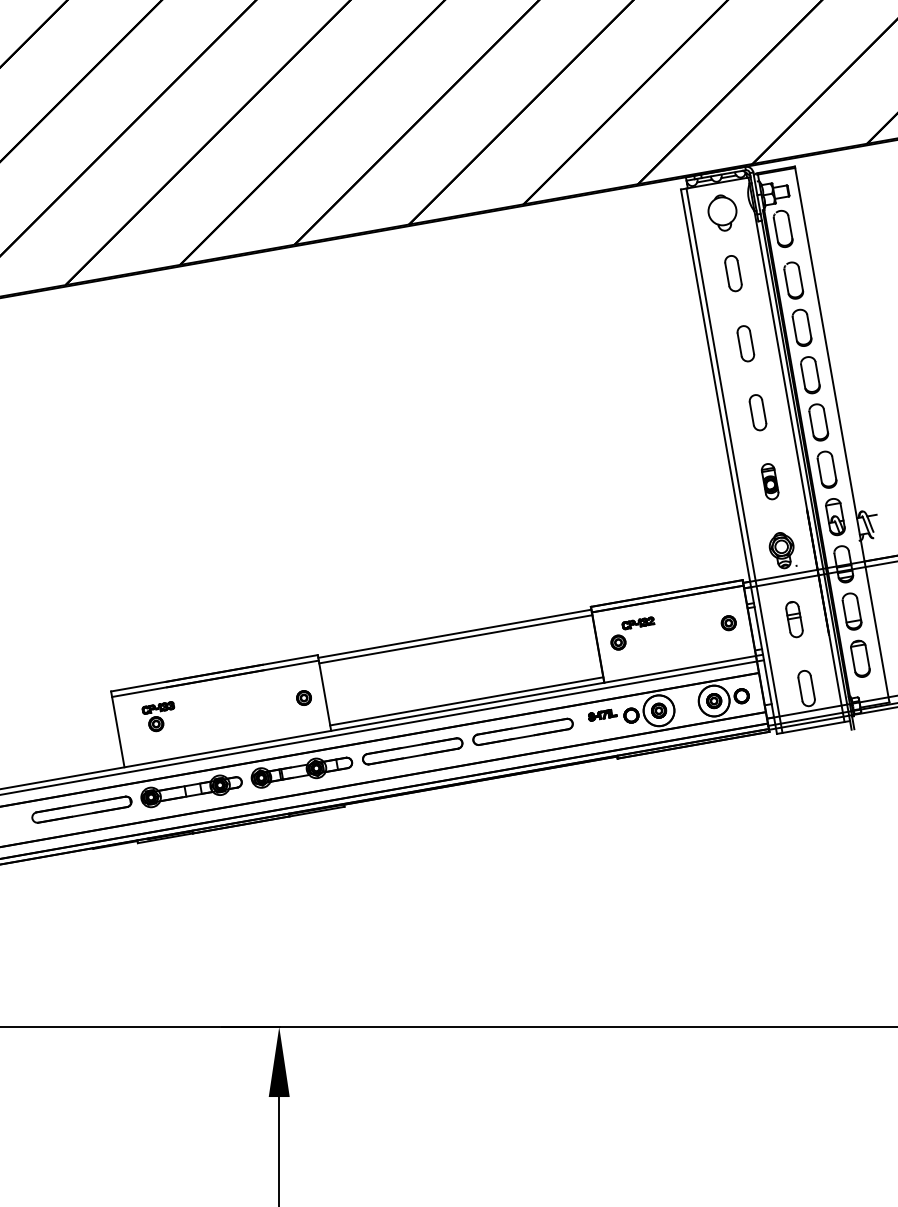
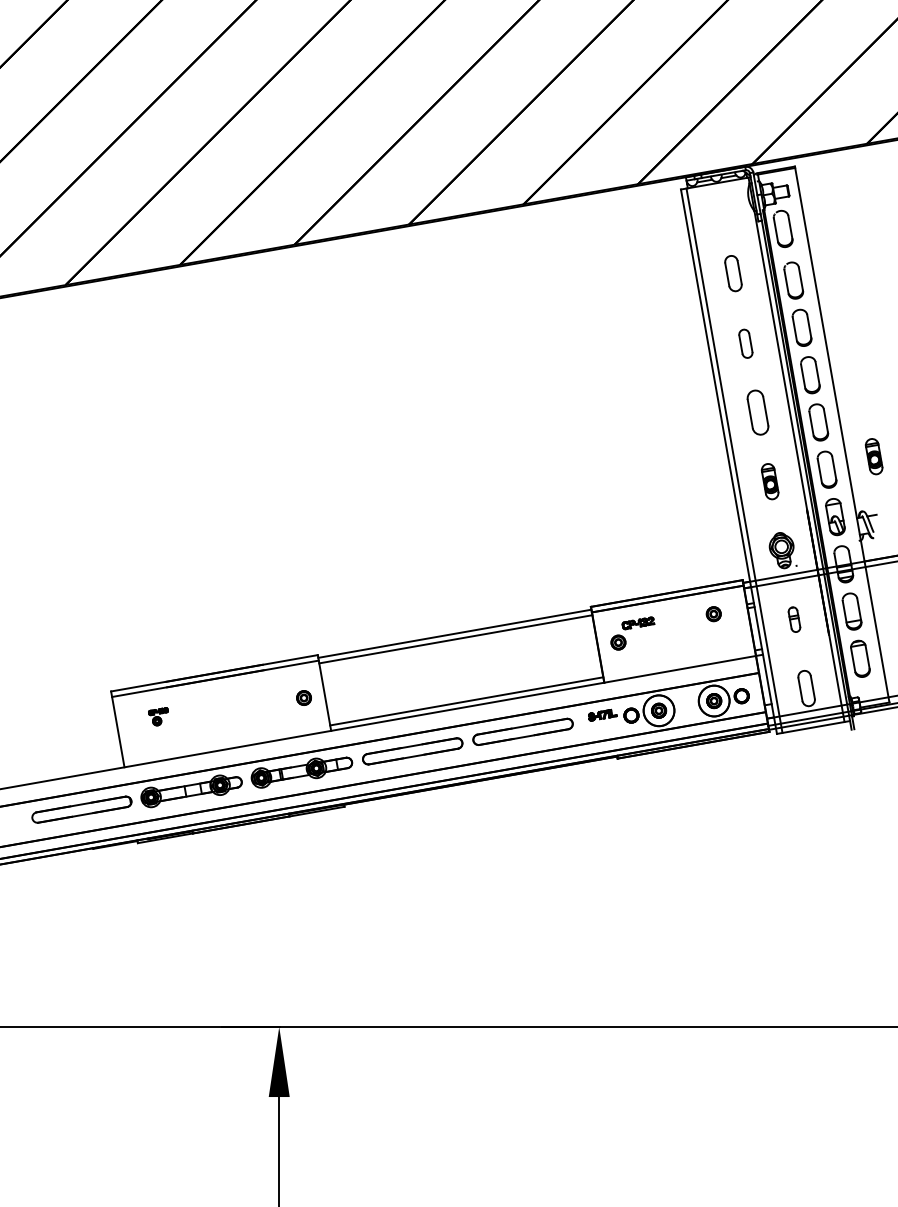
part at (722, 212): present -> none
part at (745, 343) size: 20x38 px -> 16x31 px
part at (757, 412) size: 20x38 px -> 24x47 px
part at (873, 456): none -> present
part at (794, 619) size: 19x38 px -> 15x27 px
part at (728, 623) position: (728, 623) -> (713, 614)
part at (158, 716) size: 35x32 px -> 21x20 px
line at (382, 727): present -> none
